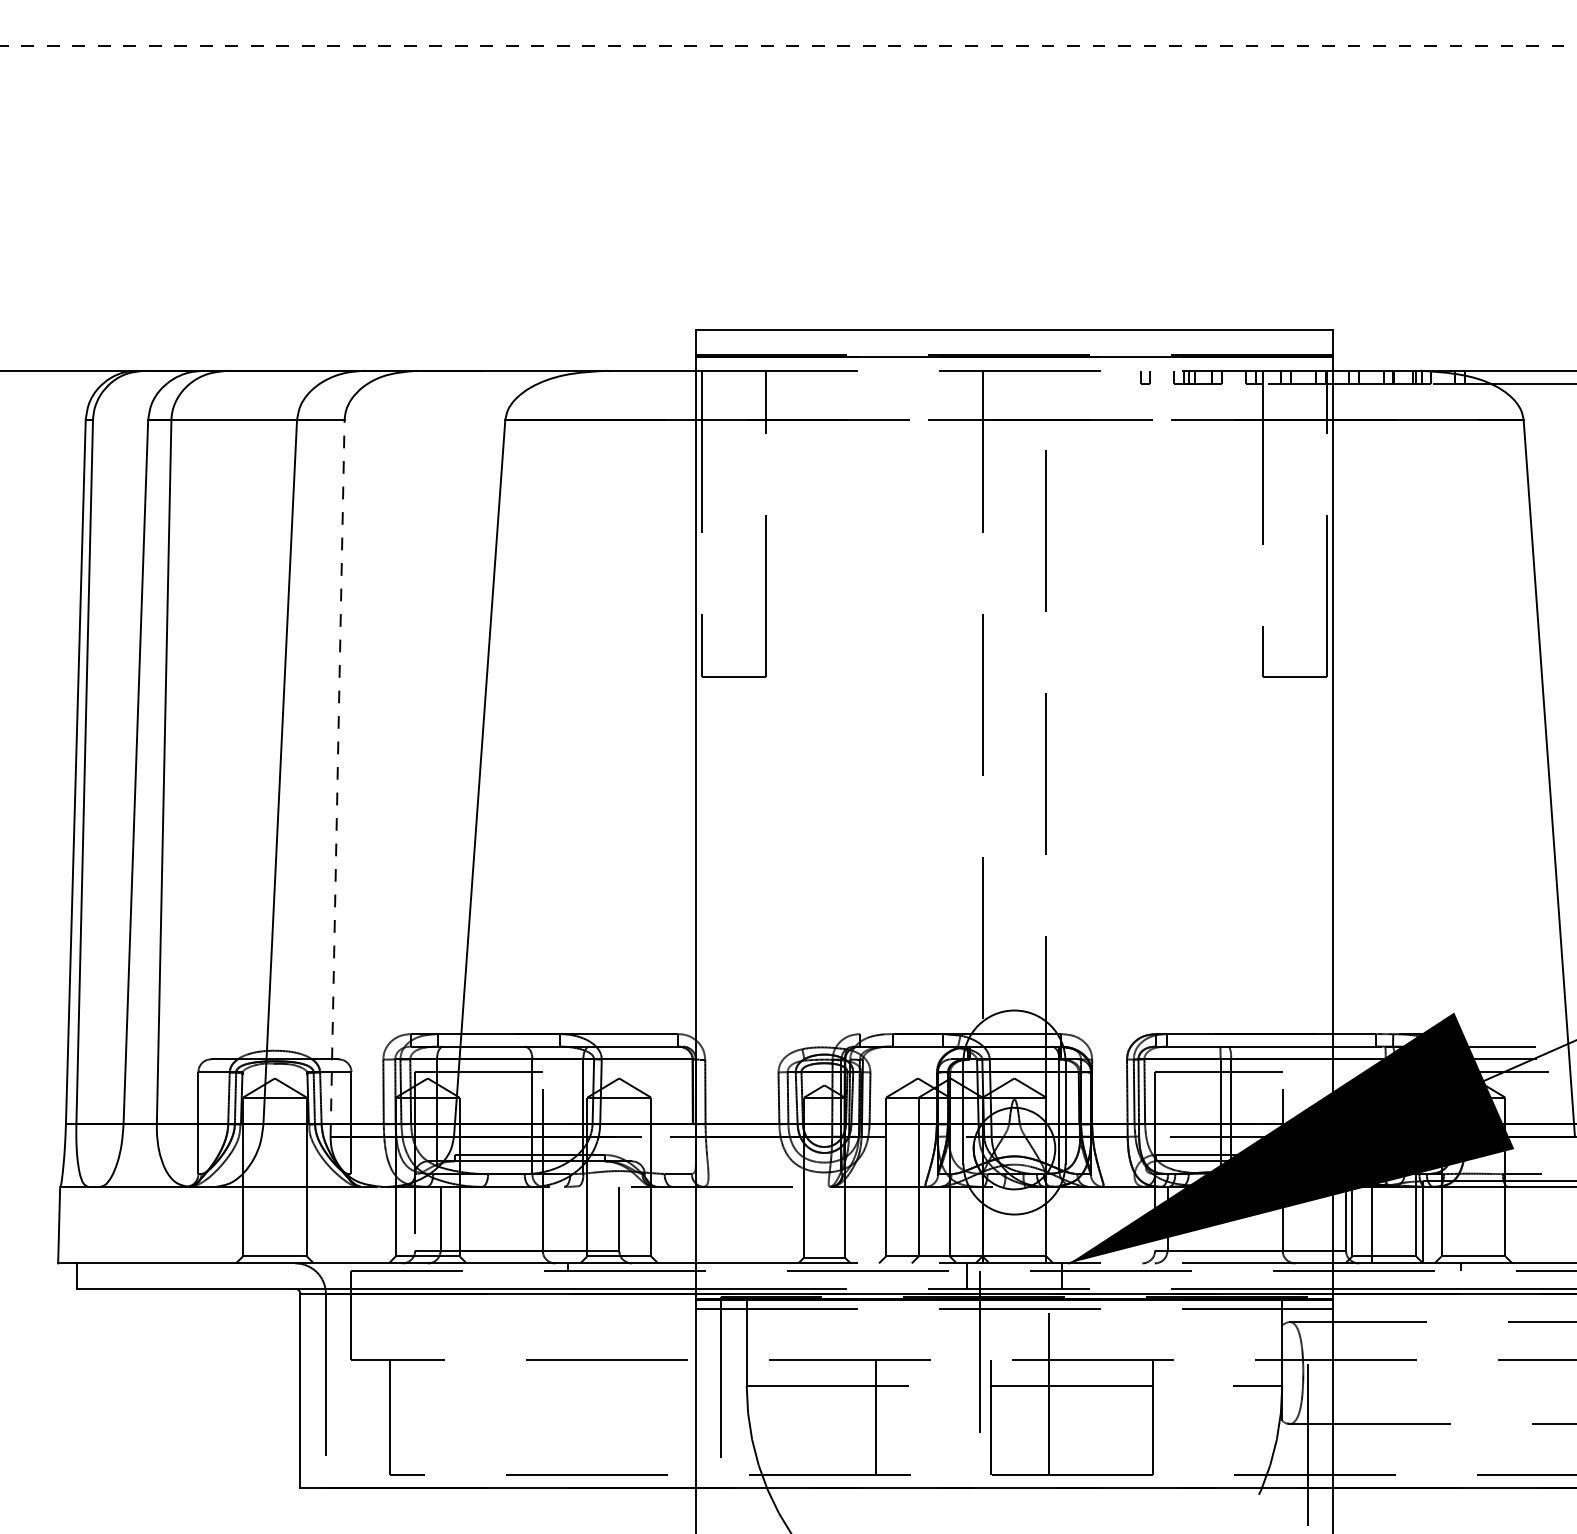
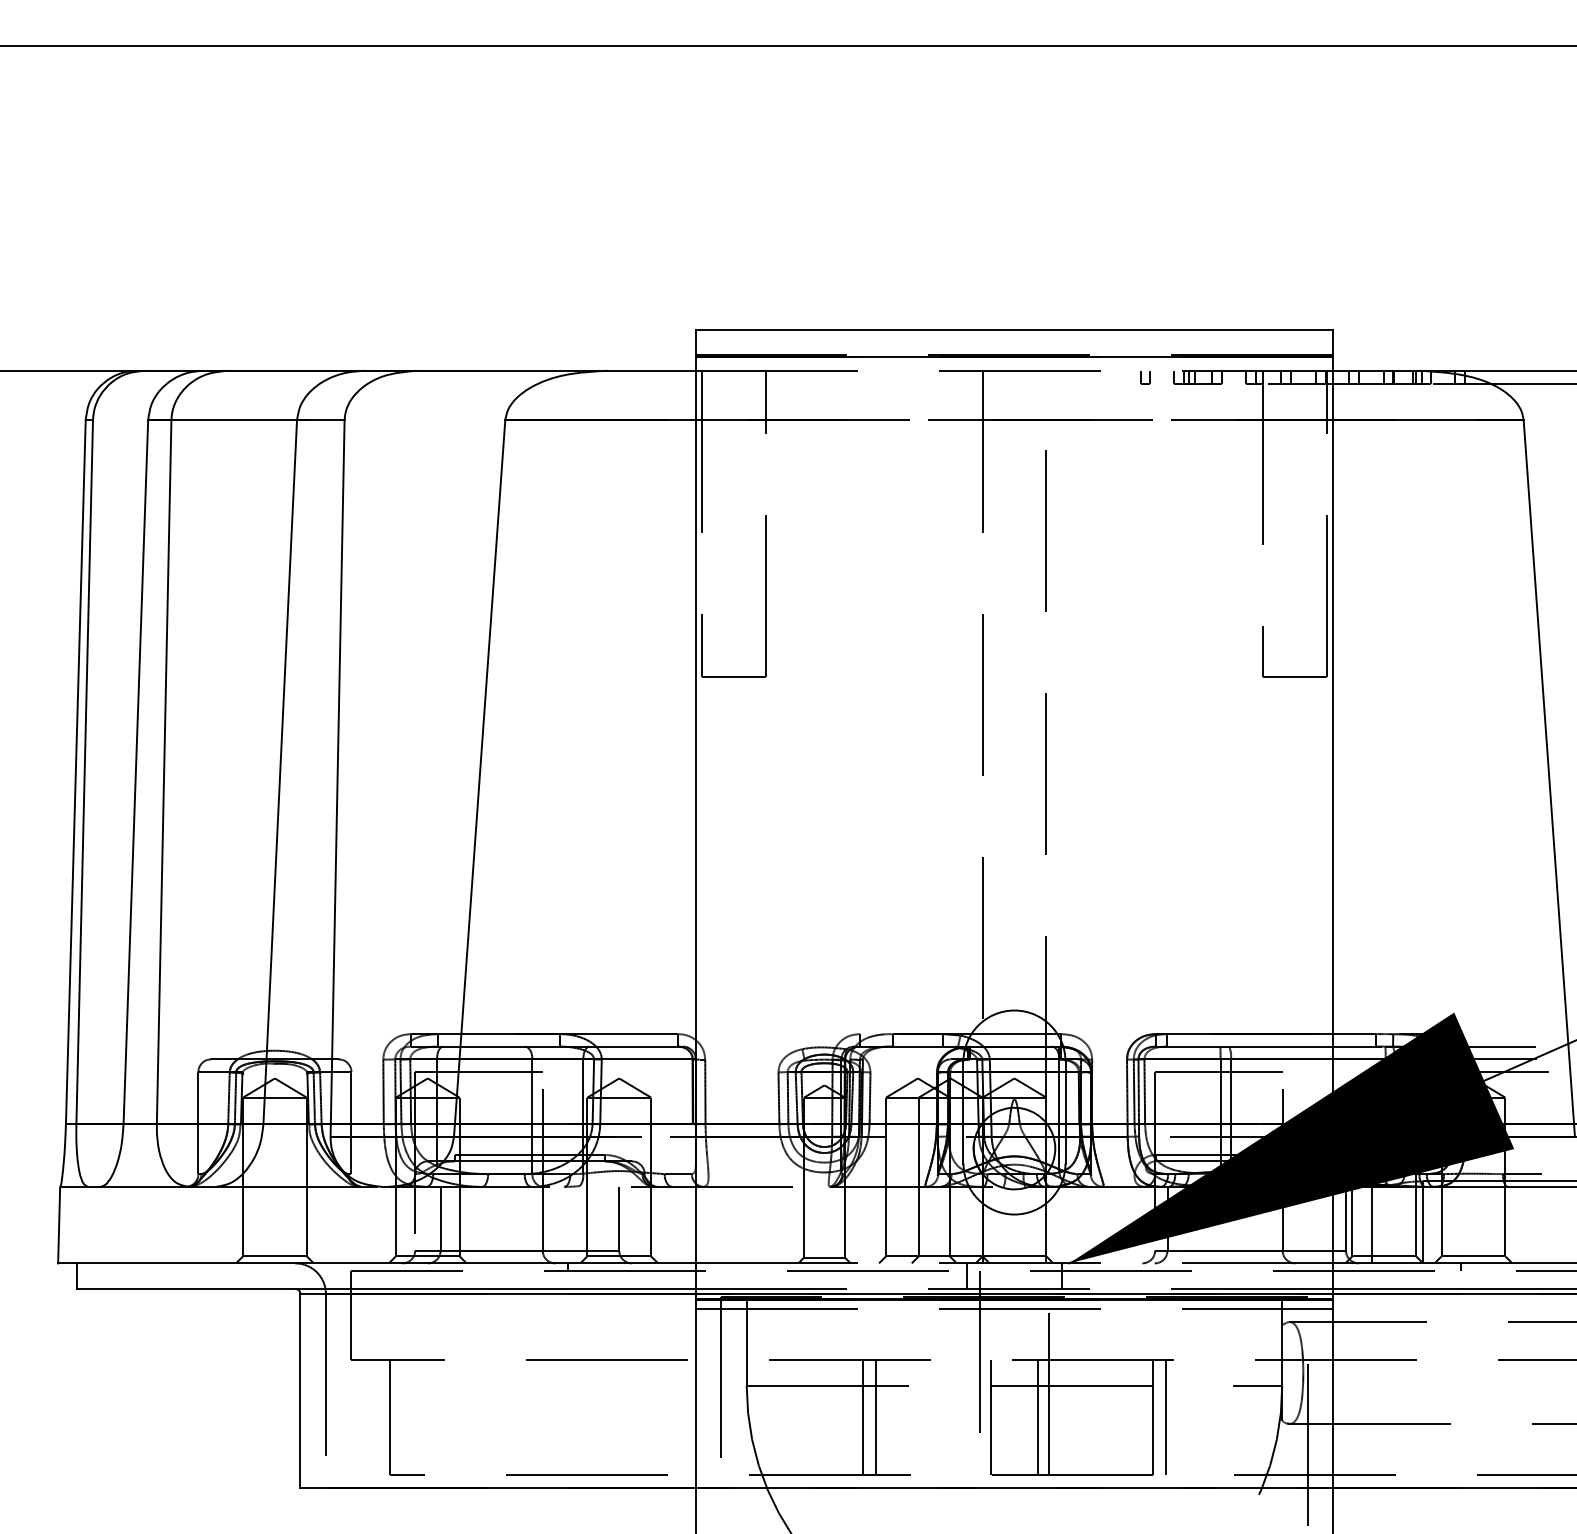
line at (788, 46): dashed -> solid
line at (337, 778): dashed -> solid
line at (863, 1417): none -> present
line at (1038, 1417): none -> present
line at (1165, 1417): none -> present
